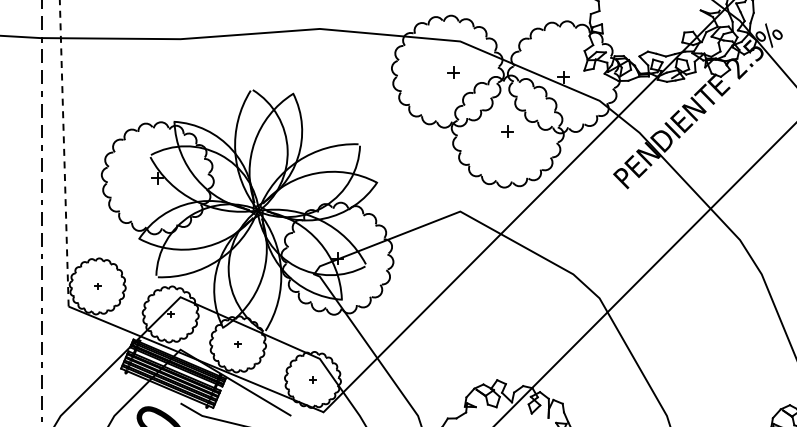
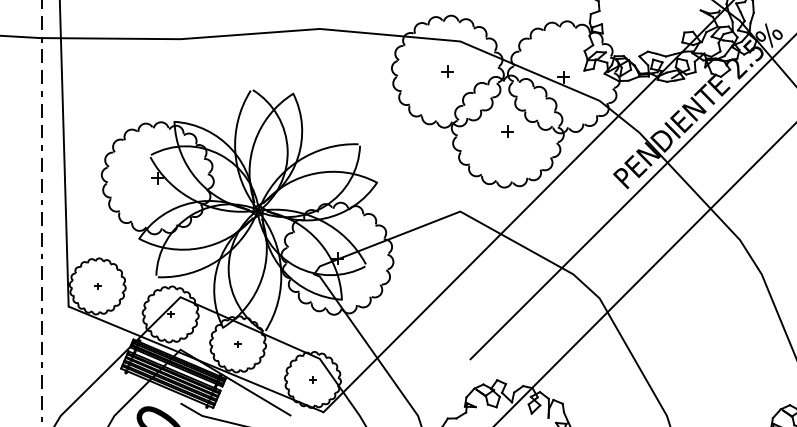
part at (453, 72) position: (453, 72) -> (447, 71)
line at (64, 152): dashed -> solid
line at (631, 197): none -> present
